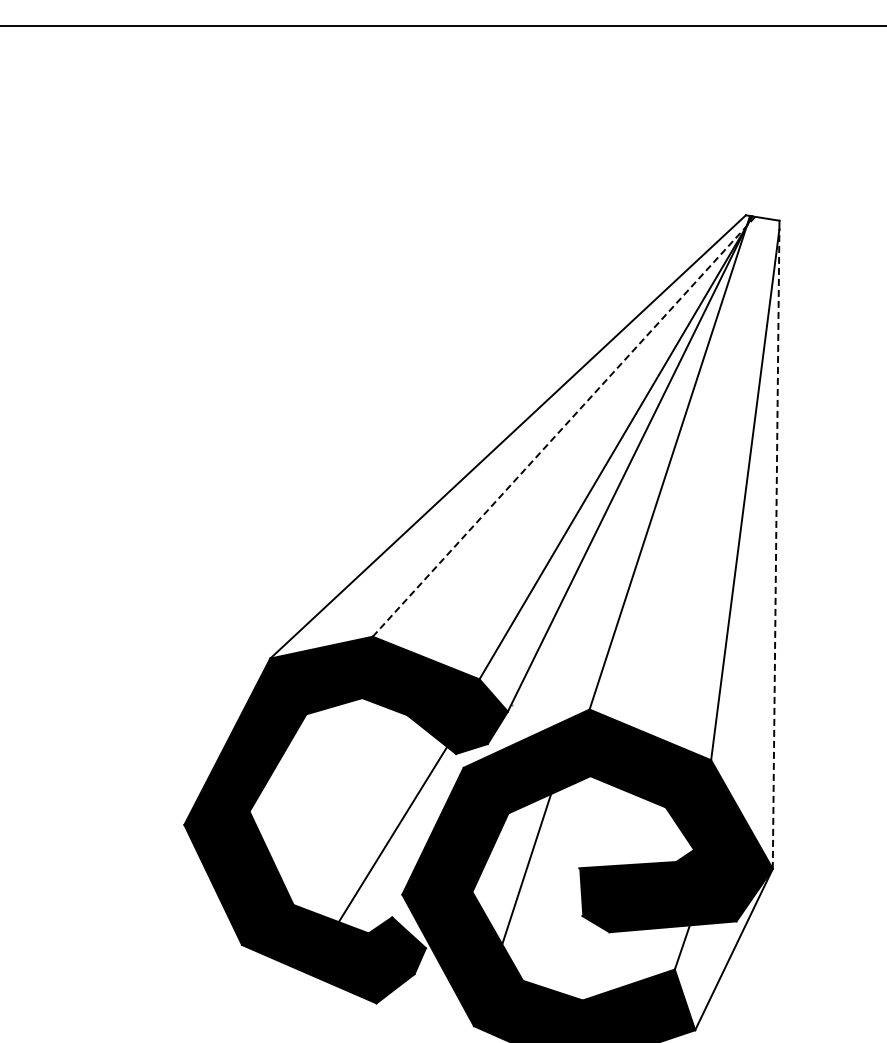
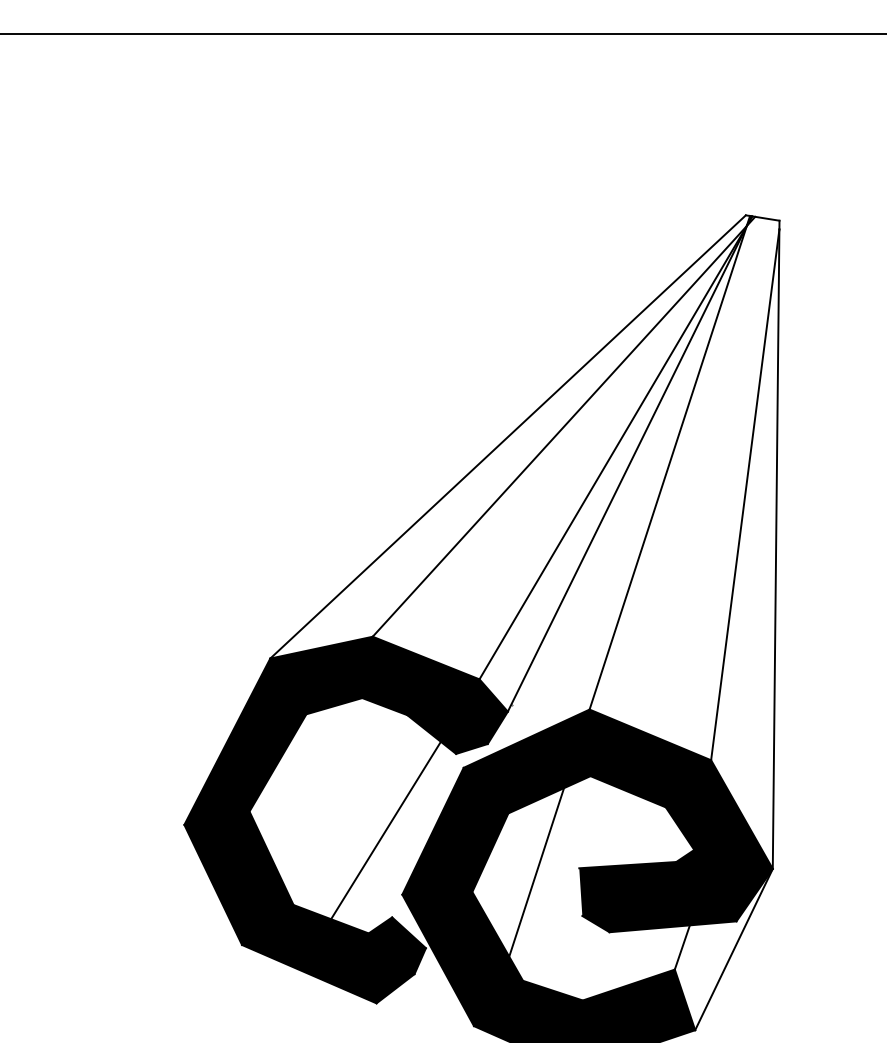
line at (442, 26) position: (442, 26) -> (442, 34)
line at (563, 426): dashed -> solid
line at (776, 549): dashed -> solid
line at (392, 834) position: (392, 834) -> (385, 830)
line at (526, 869) position: (526, 869) -> (536, 872)
